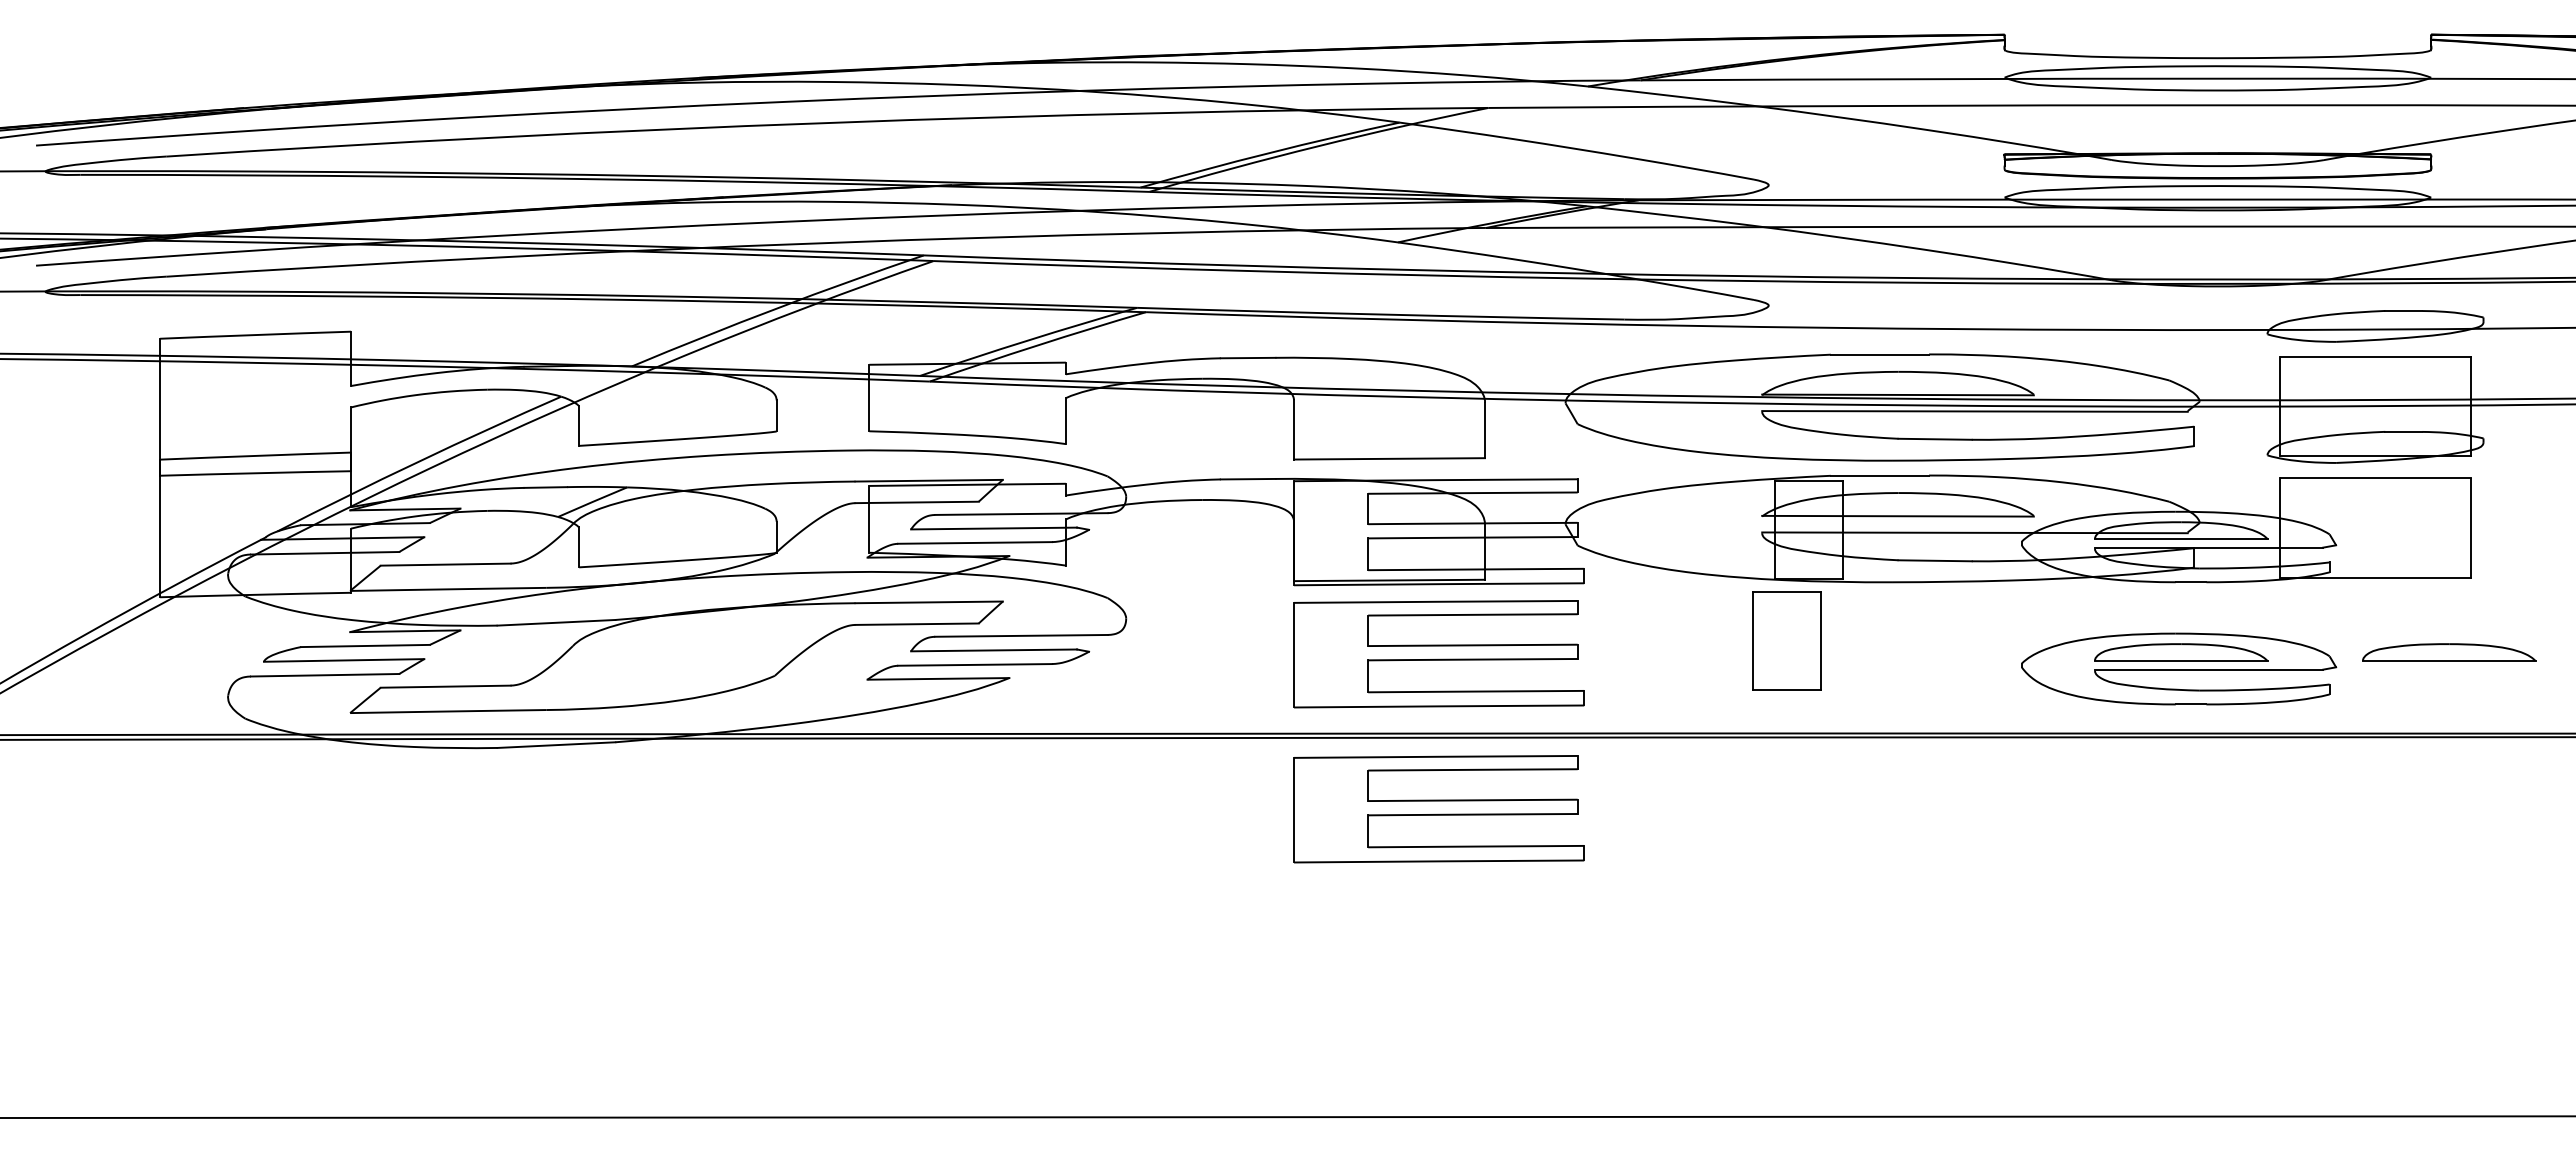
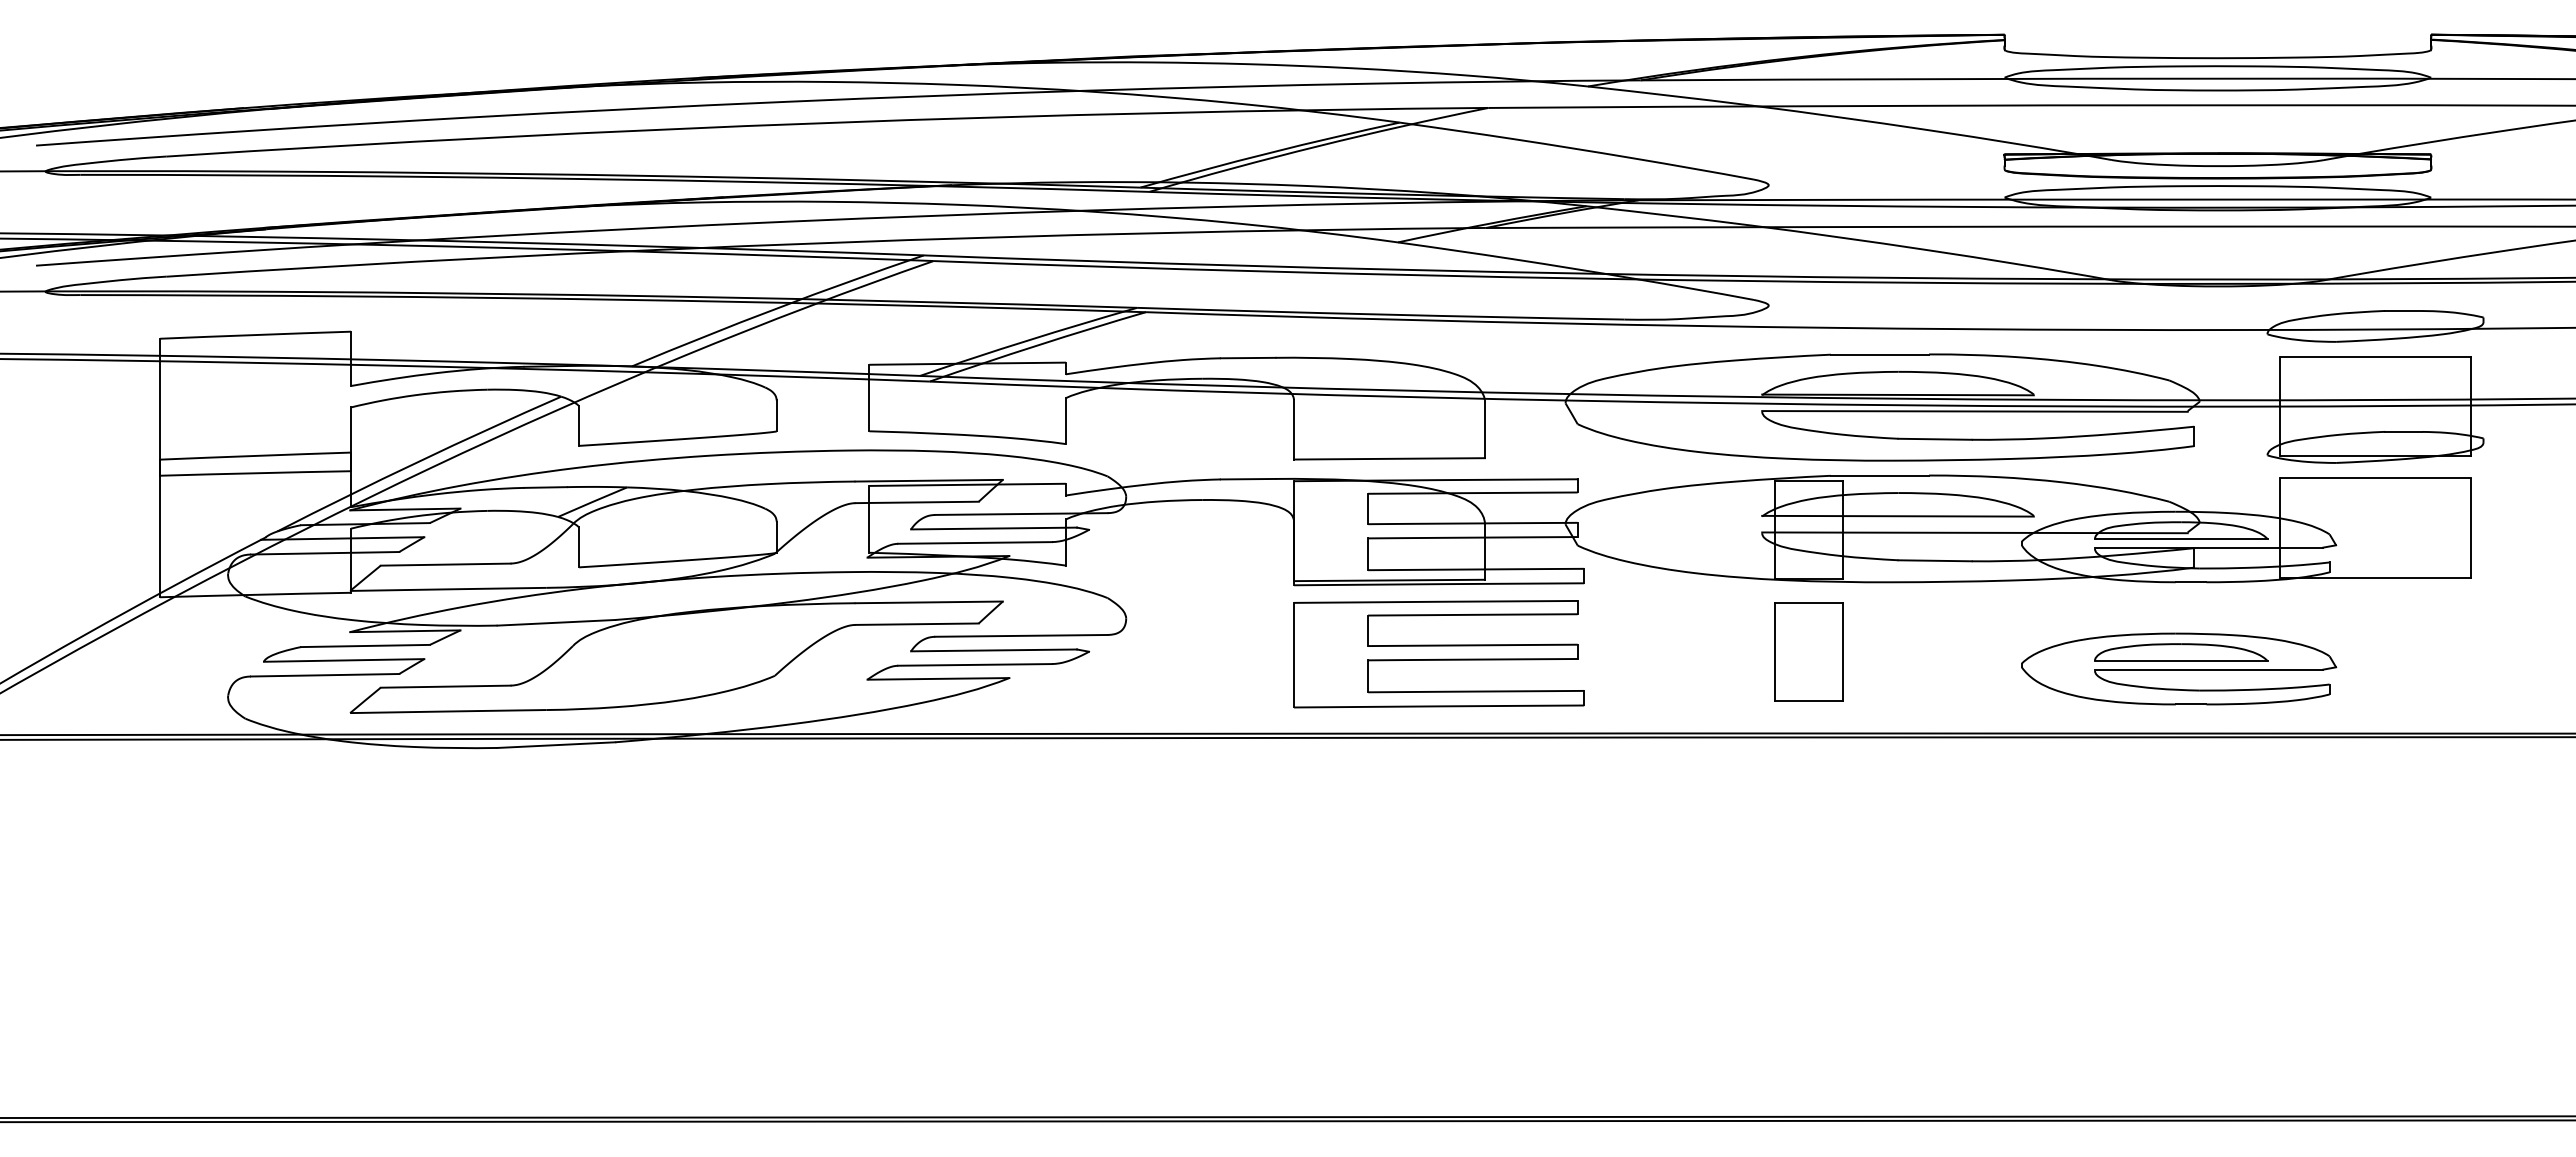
part at (1786, 640) position: (1786, 640) -> (1808, 651)
part at (2449, 652): present -> none
part at (1438, 809): present -> none
line at (1287, 1121): none -> present
